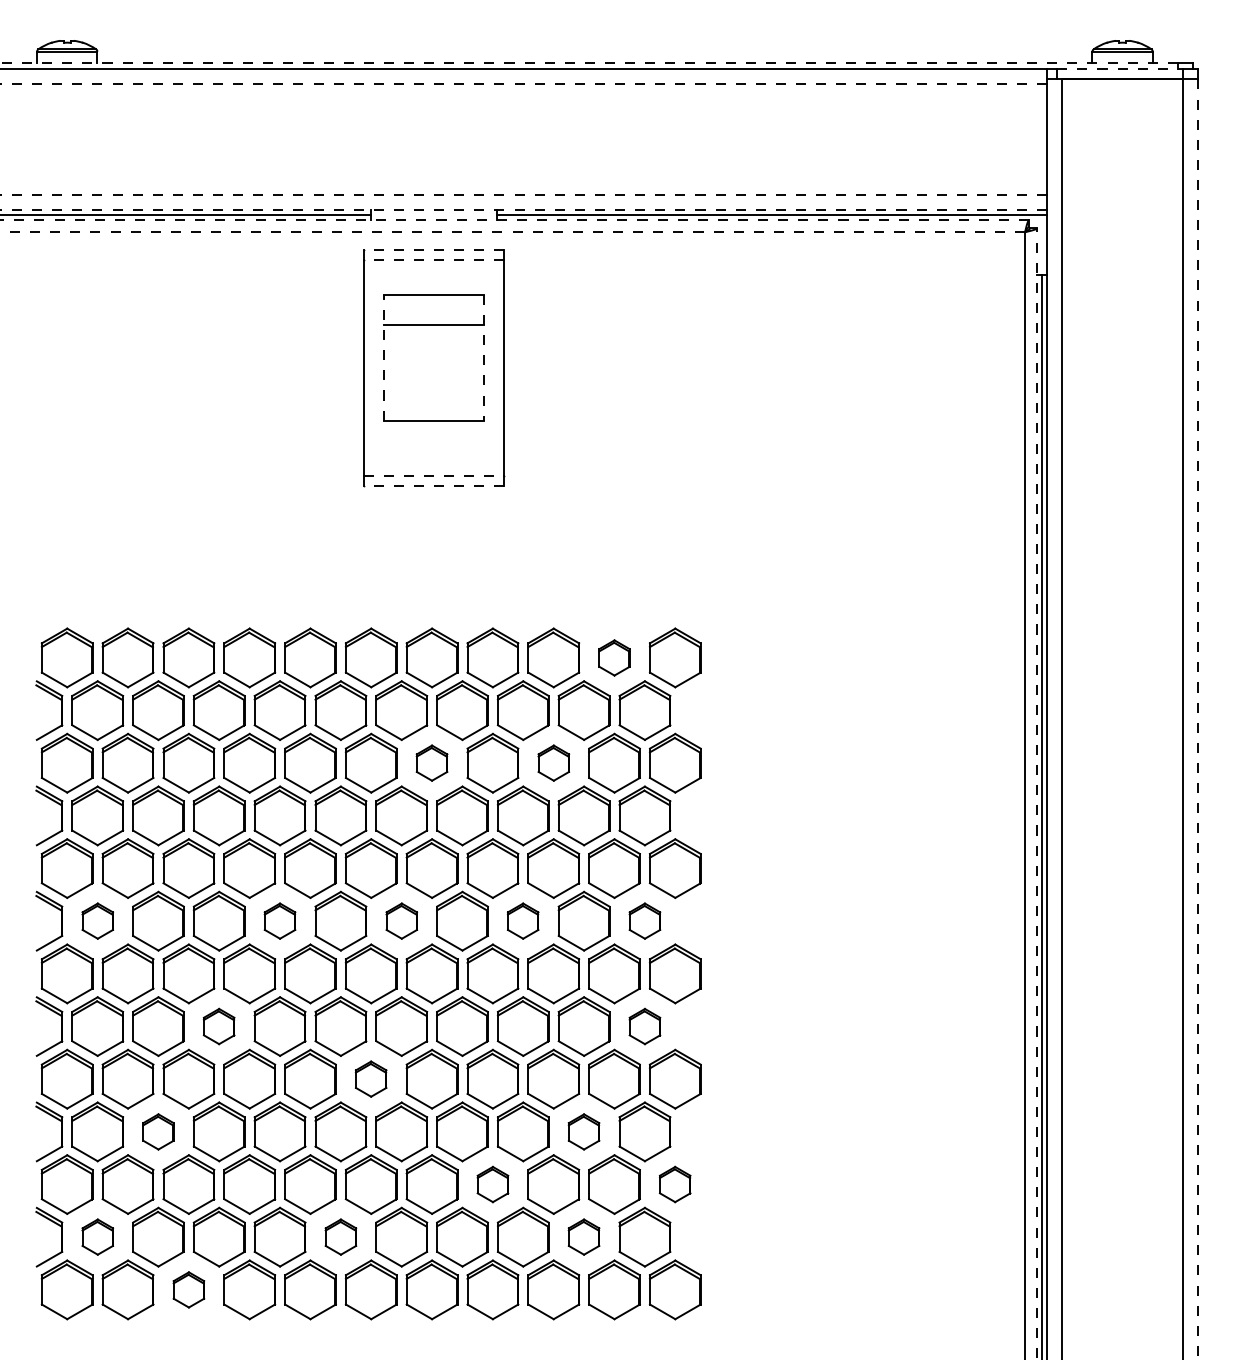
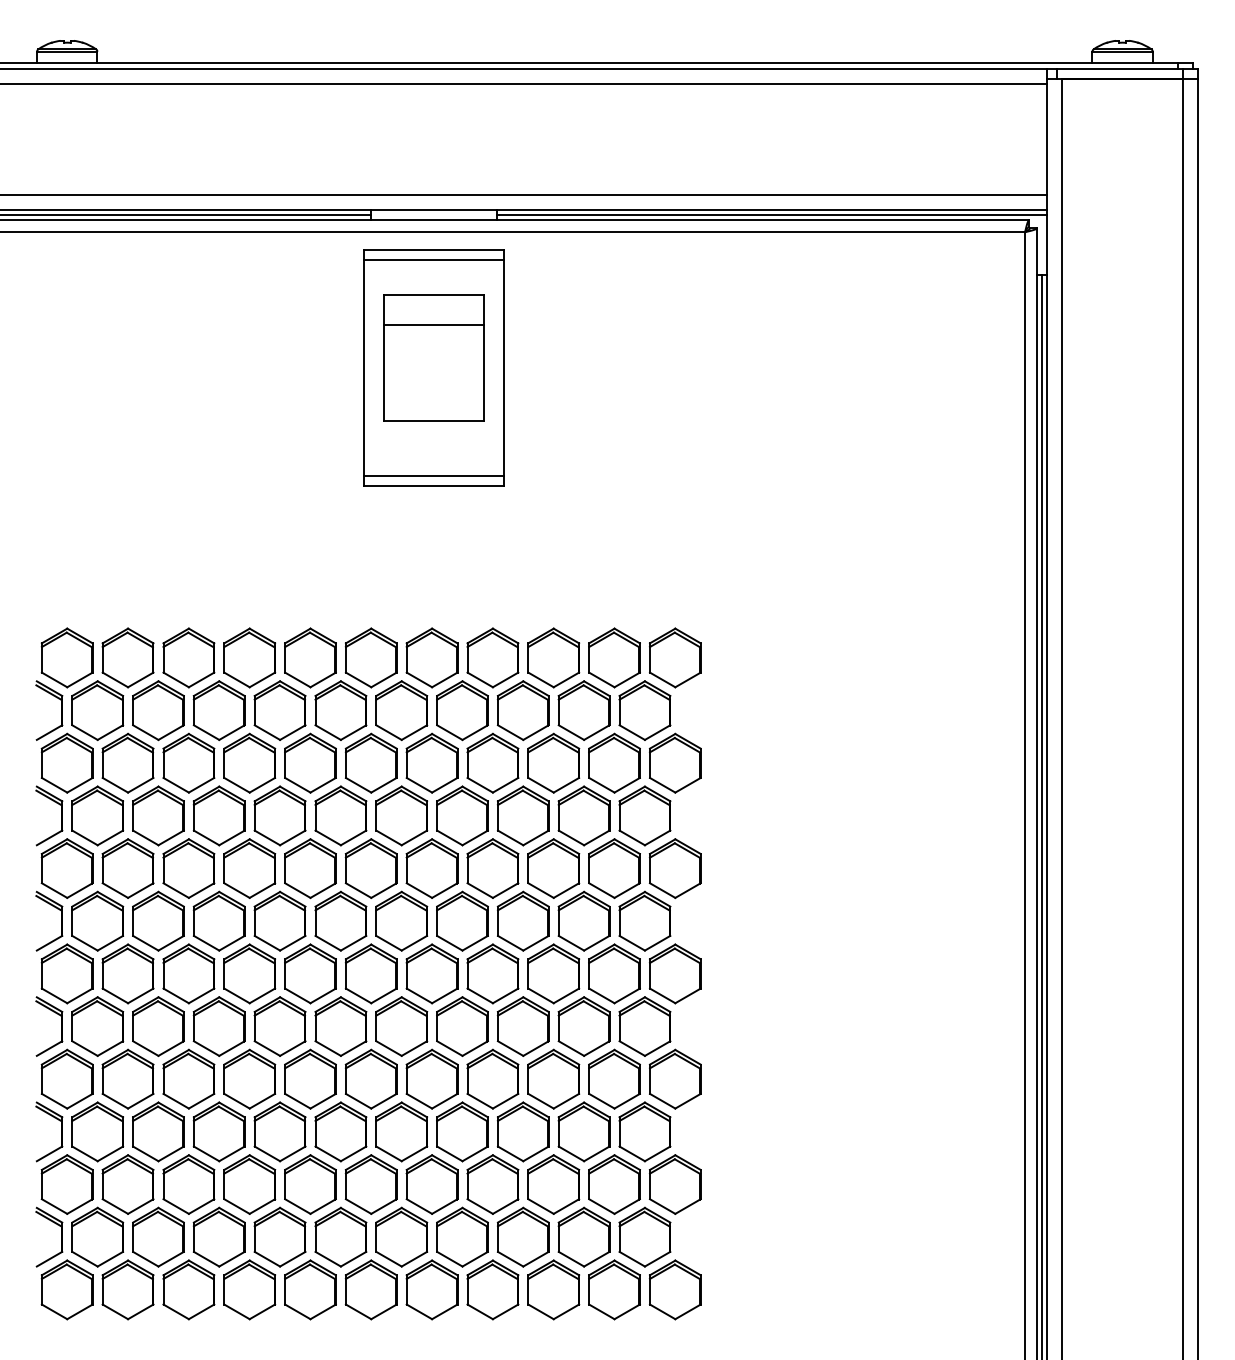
line at (589, 63): dashed -> solid
line at (1120, 69): dashed -> solid
line at (523, 84): dashed -> solid
line at (523, 195): dashed -> solid
line at (523, 210): dashed -> solid
line at (514, 220): dashed -> solid
line at (512, 232): dashed -> solid
line at (433, 249): dashed -> solid
line at (433, 259): dashed -> solid
line at (383, 357): dashed -> solid
line at (484, 357): dashed -> solid
line at (434, 475): dashed -> solid
line at (433, 485): dashed -> solid
part at (614, 657) size: 33x38 px -> 53x62 px
line at (1197, 720): dashed -> solid
part at (431, 762) size: 34x38 px -> 54x62 px
part at (553, 762) size: 34x38 px -> 54x62 px
line at (1037, 793): dashed -> solid
part at (97, 920) size: 33x38 px -> 54x62 px
part at (279, 920) size: 34x38 px -> 54x62 px
part at (401, 920) size: 34x38 px -> 54x62 px
part at (522, 920) size: 34x38 px -> 54x62 px
part at (644, 920) size: 34x38 px -> 54x62 px
part at (218, 1026) size: 34x39 px -> 54x61 px
part at (644, 1026) size: 34x39 px -> 54x61 px
part at (370, 1078) size: 34x38 px -> 54x62 px
part at (158, 1131) size: 33x38 px -> 53x62 px
part at (583, 1131) size: 34x38 px -> 54x62 px
part at (492, 1184) size: 34x39 px -> 54x61 px
part at (674, 1184) size: 34x39 px -> 54x61 px
part at (97, 1236) size: 33x38 px -> 54x62 px
part at (340, 1236) size: 34x38 px -> 54x62 px
part at (583, 1236) size: 34x38 px -> 54x62 px
part at (188, 1289) size: 34x38 px -> 54x62 px
